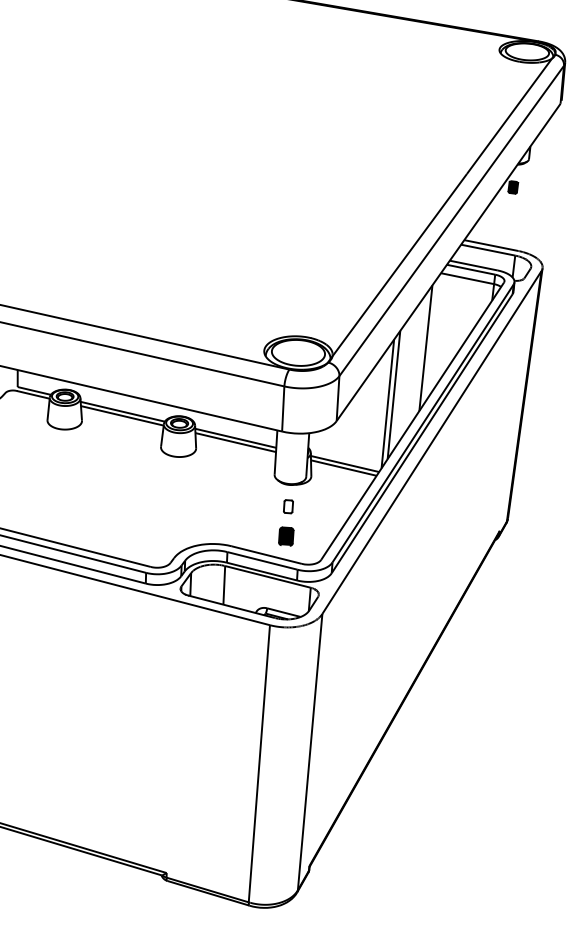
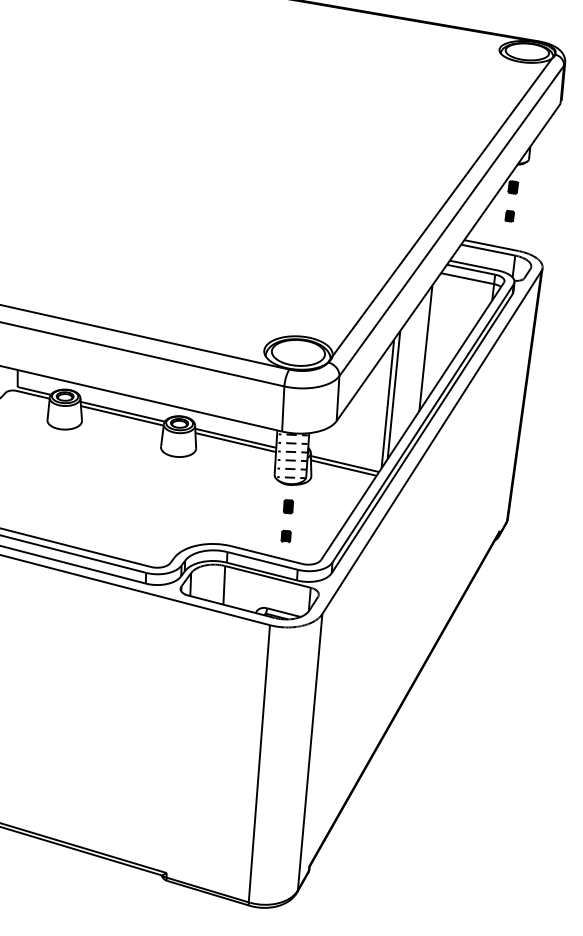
part at (509, 215): none -> present
hatch at (292, 456): none -> present
fill at (288, 506): none -> present
part at (286, 536) size: 17x21 px -> 12x15 px
